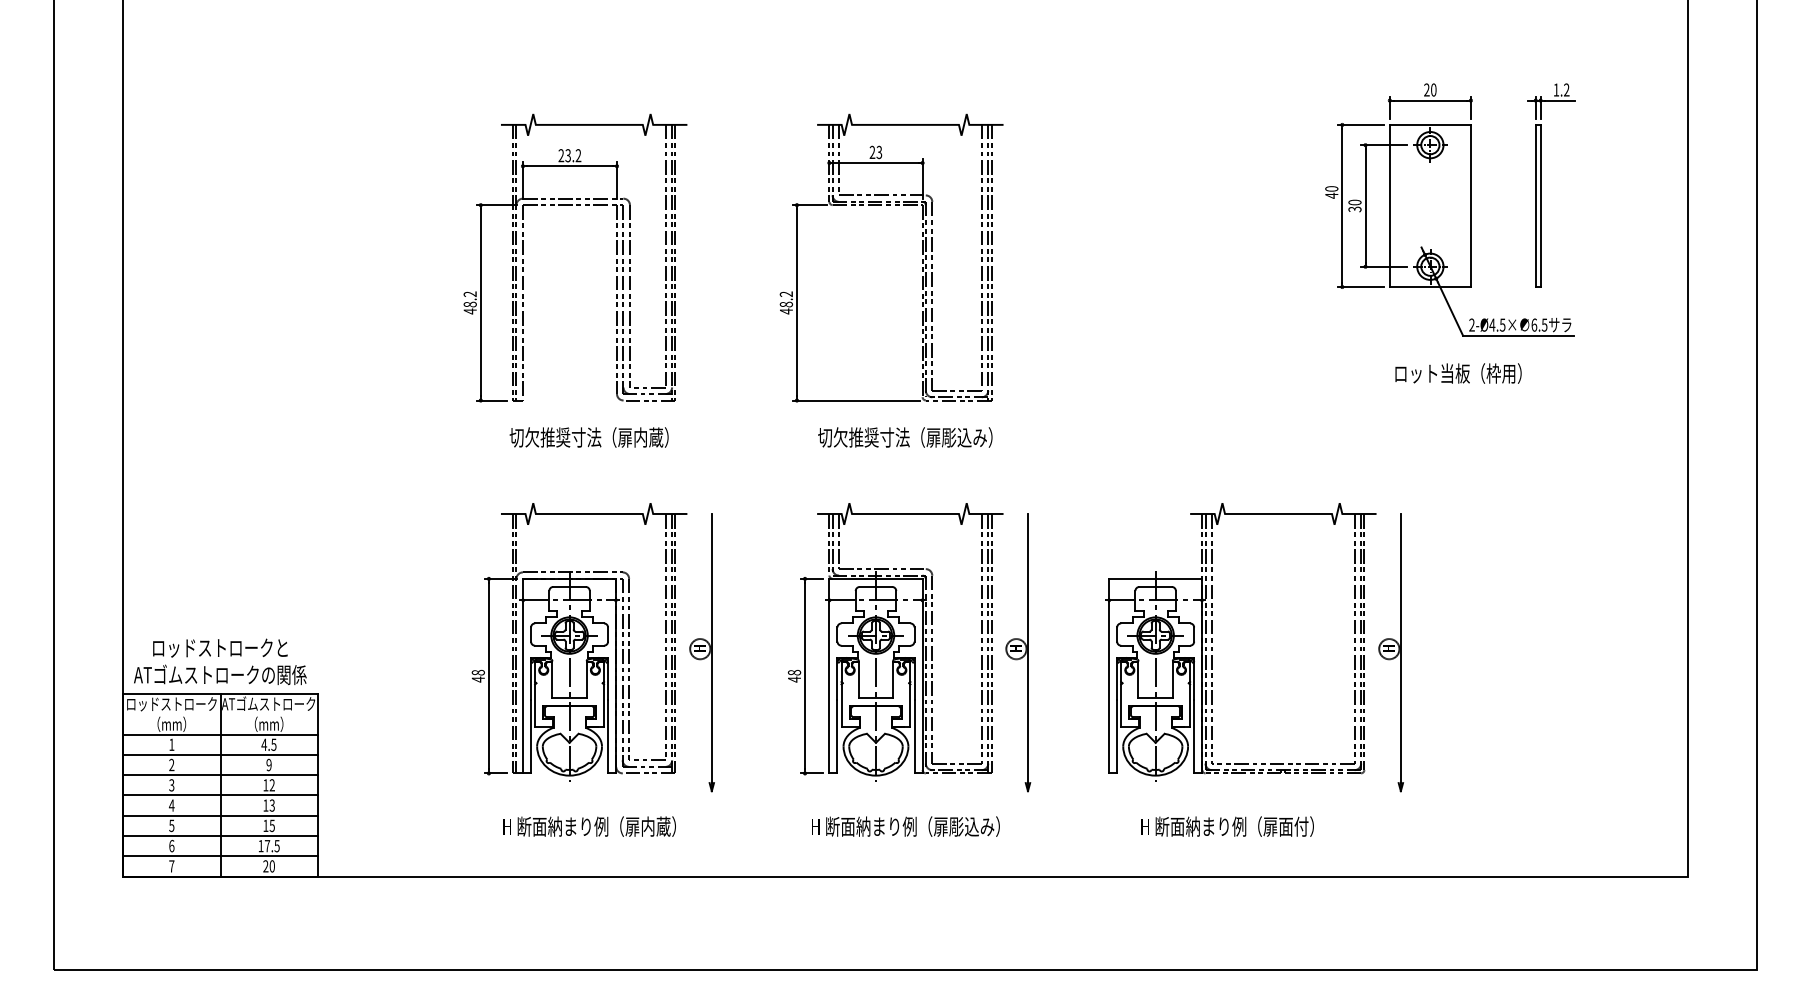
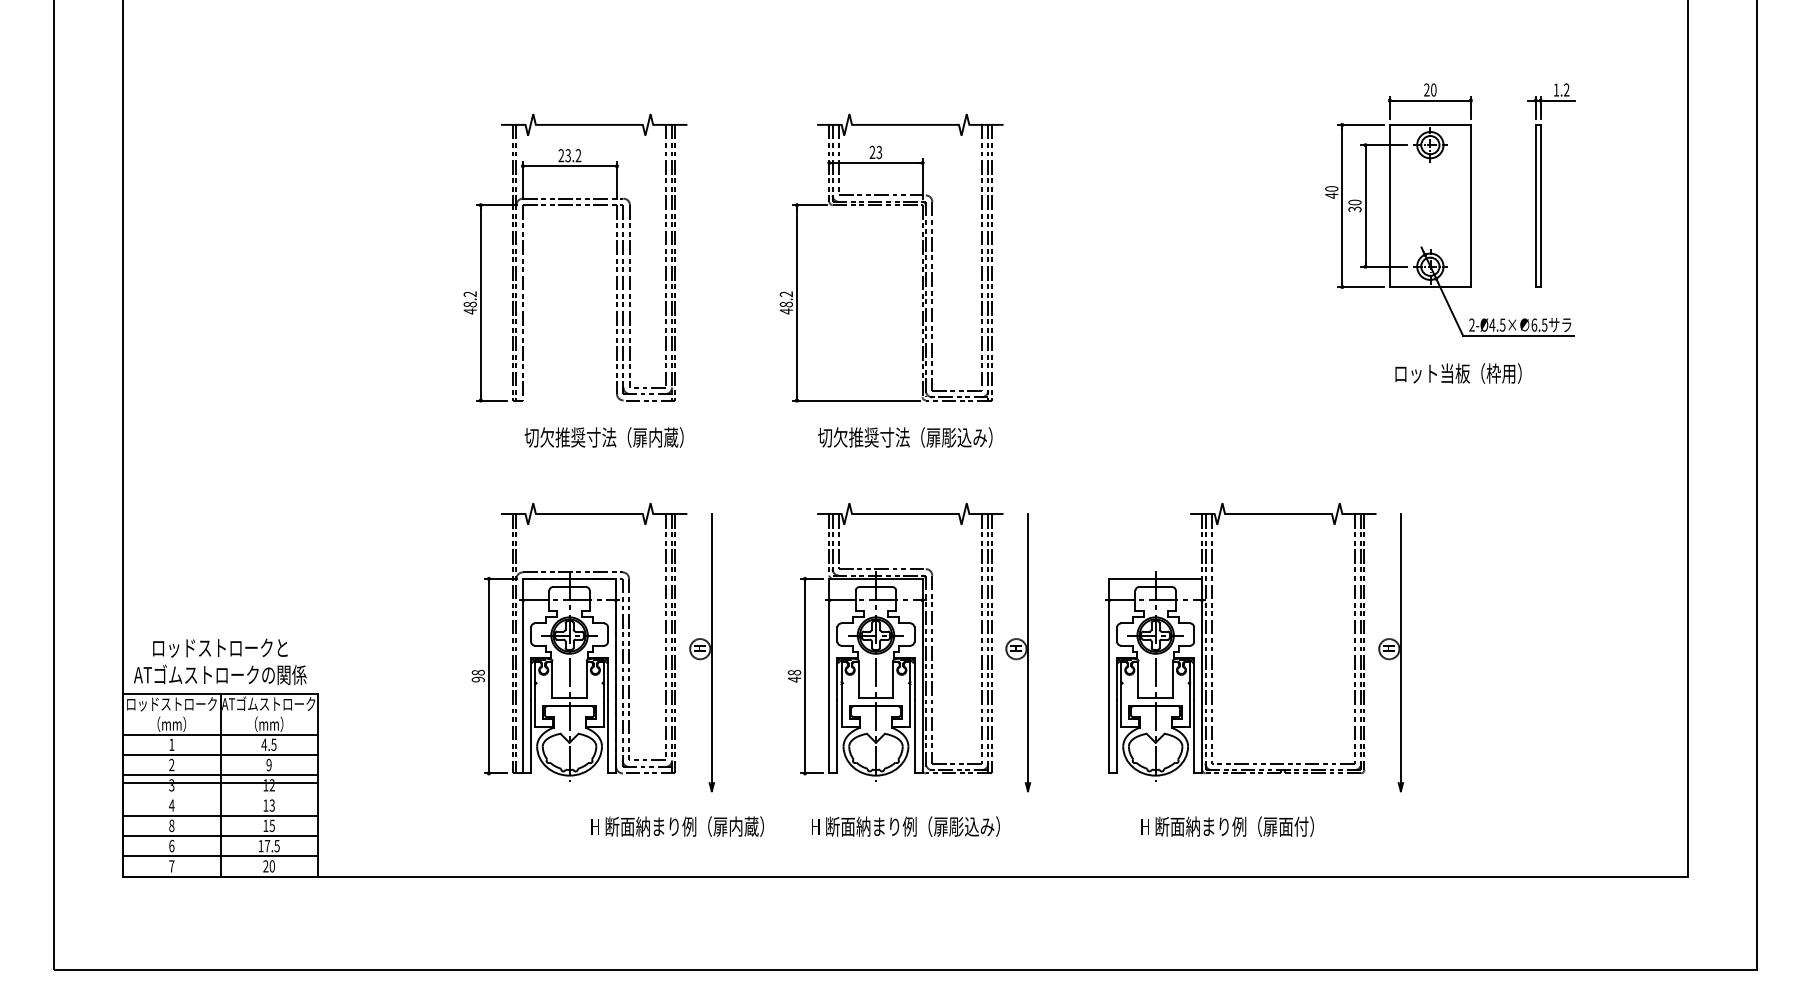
text at (588, 437) position: (588, 437) -> (603, 437)
text at (477, 679): 48 -> 98
line at (220, 795) position: (220, 795) -> (220, 783)
text at (171, 825): 5 -> 8
text at (589, 826) position: (589, 826) -> (677, 826)
